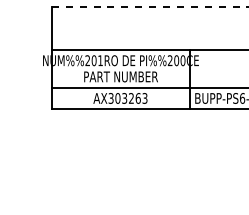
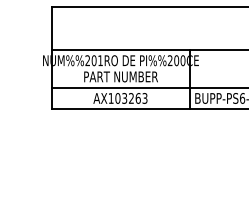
line at (150, 6): dashed -> solid
text at (110, 98): AX303263 -> AX103263
